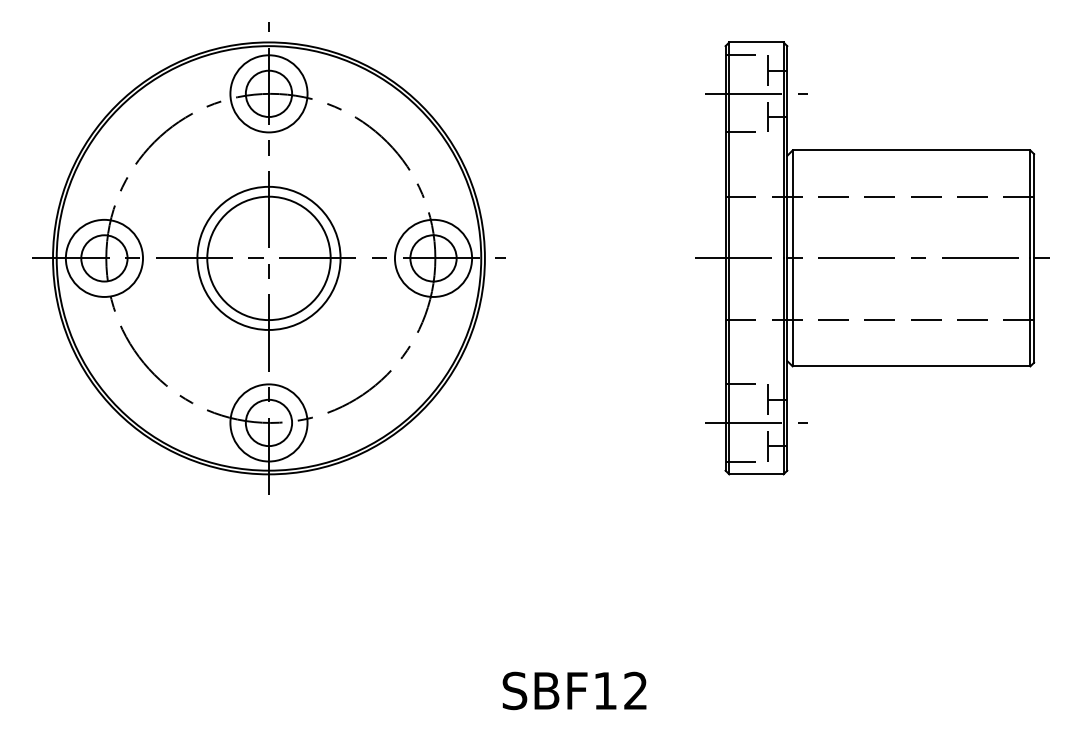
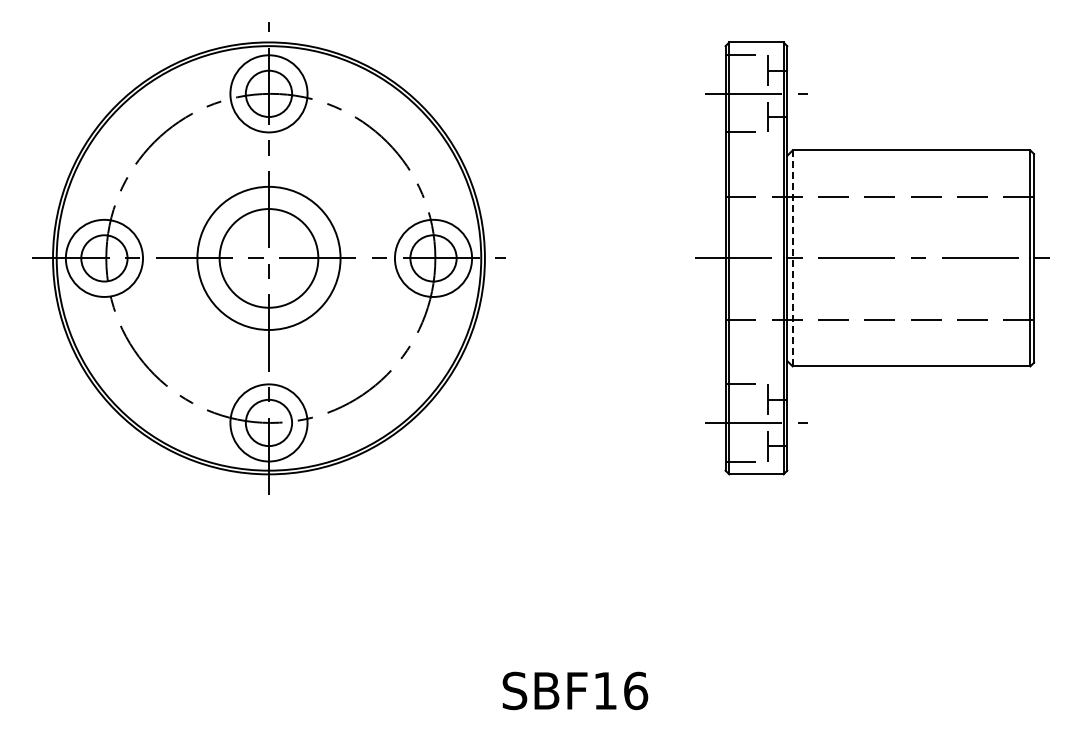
circle at (268, 258) diameter: 123 px -> 99 px
line at (792, 258): solid -> dashed
text at (636, 690): SBF12 -> SBF16
